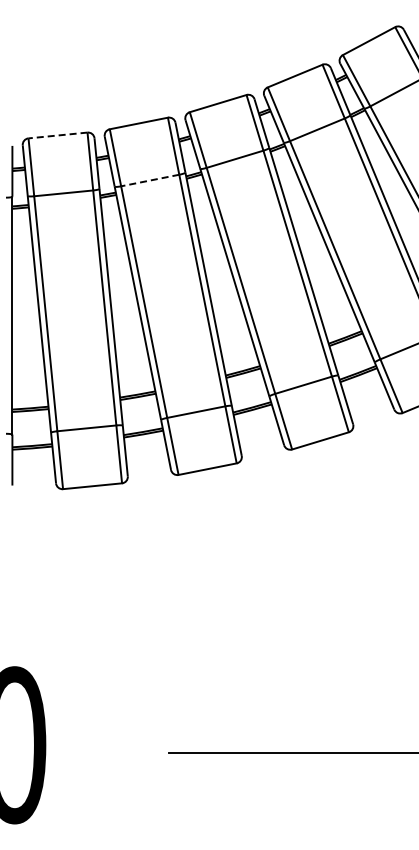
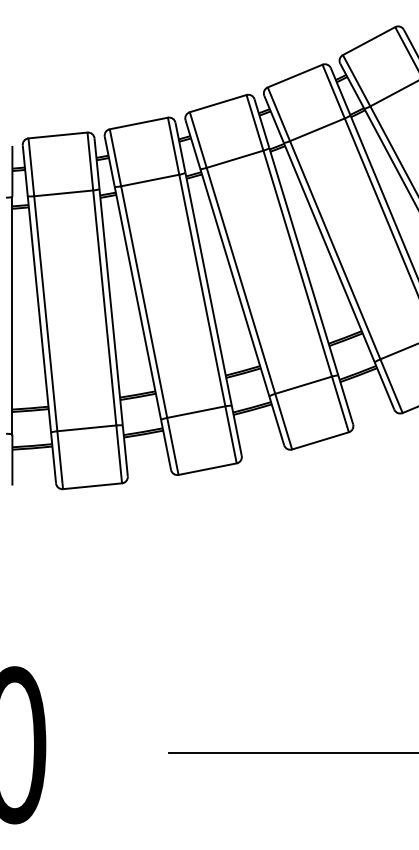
line at (58, 135): dashed -> solid
line at (150, 180): dashed -> solid
